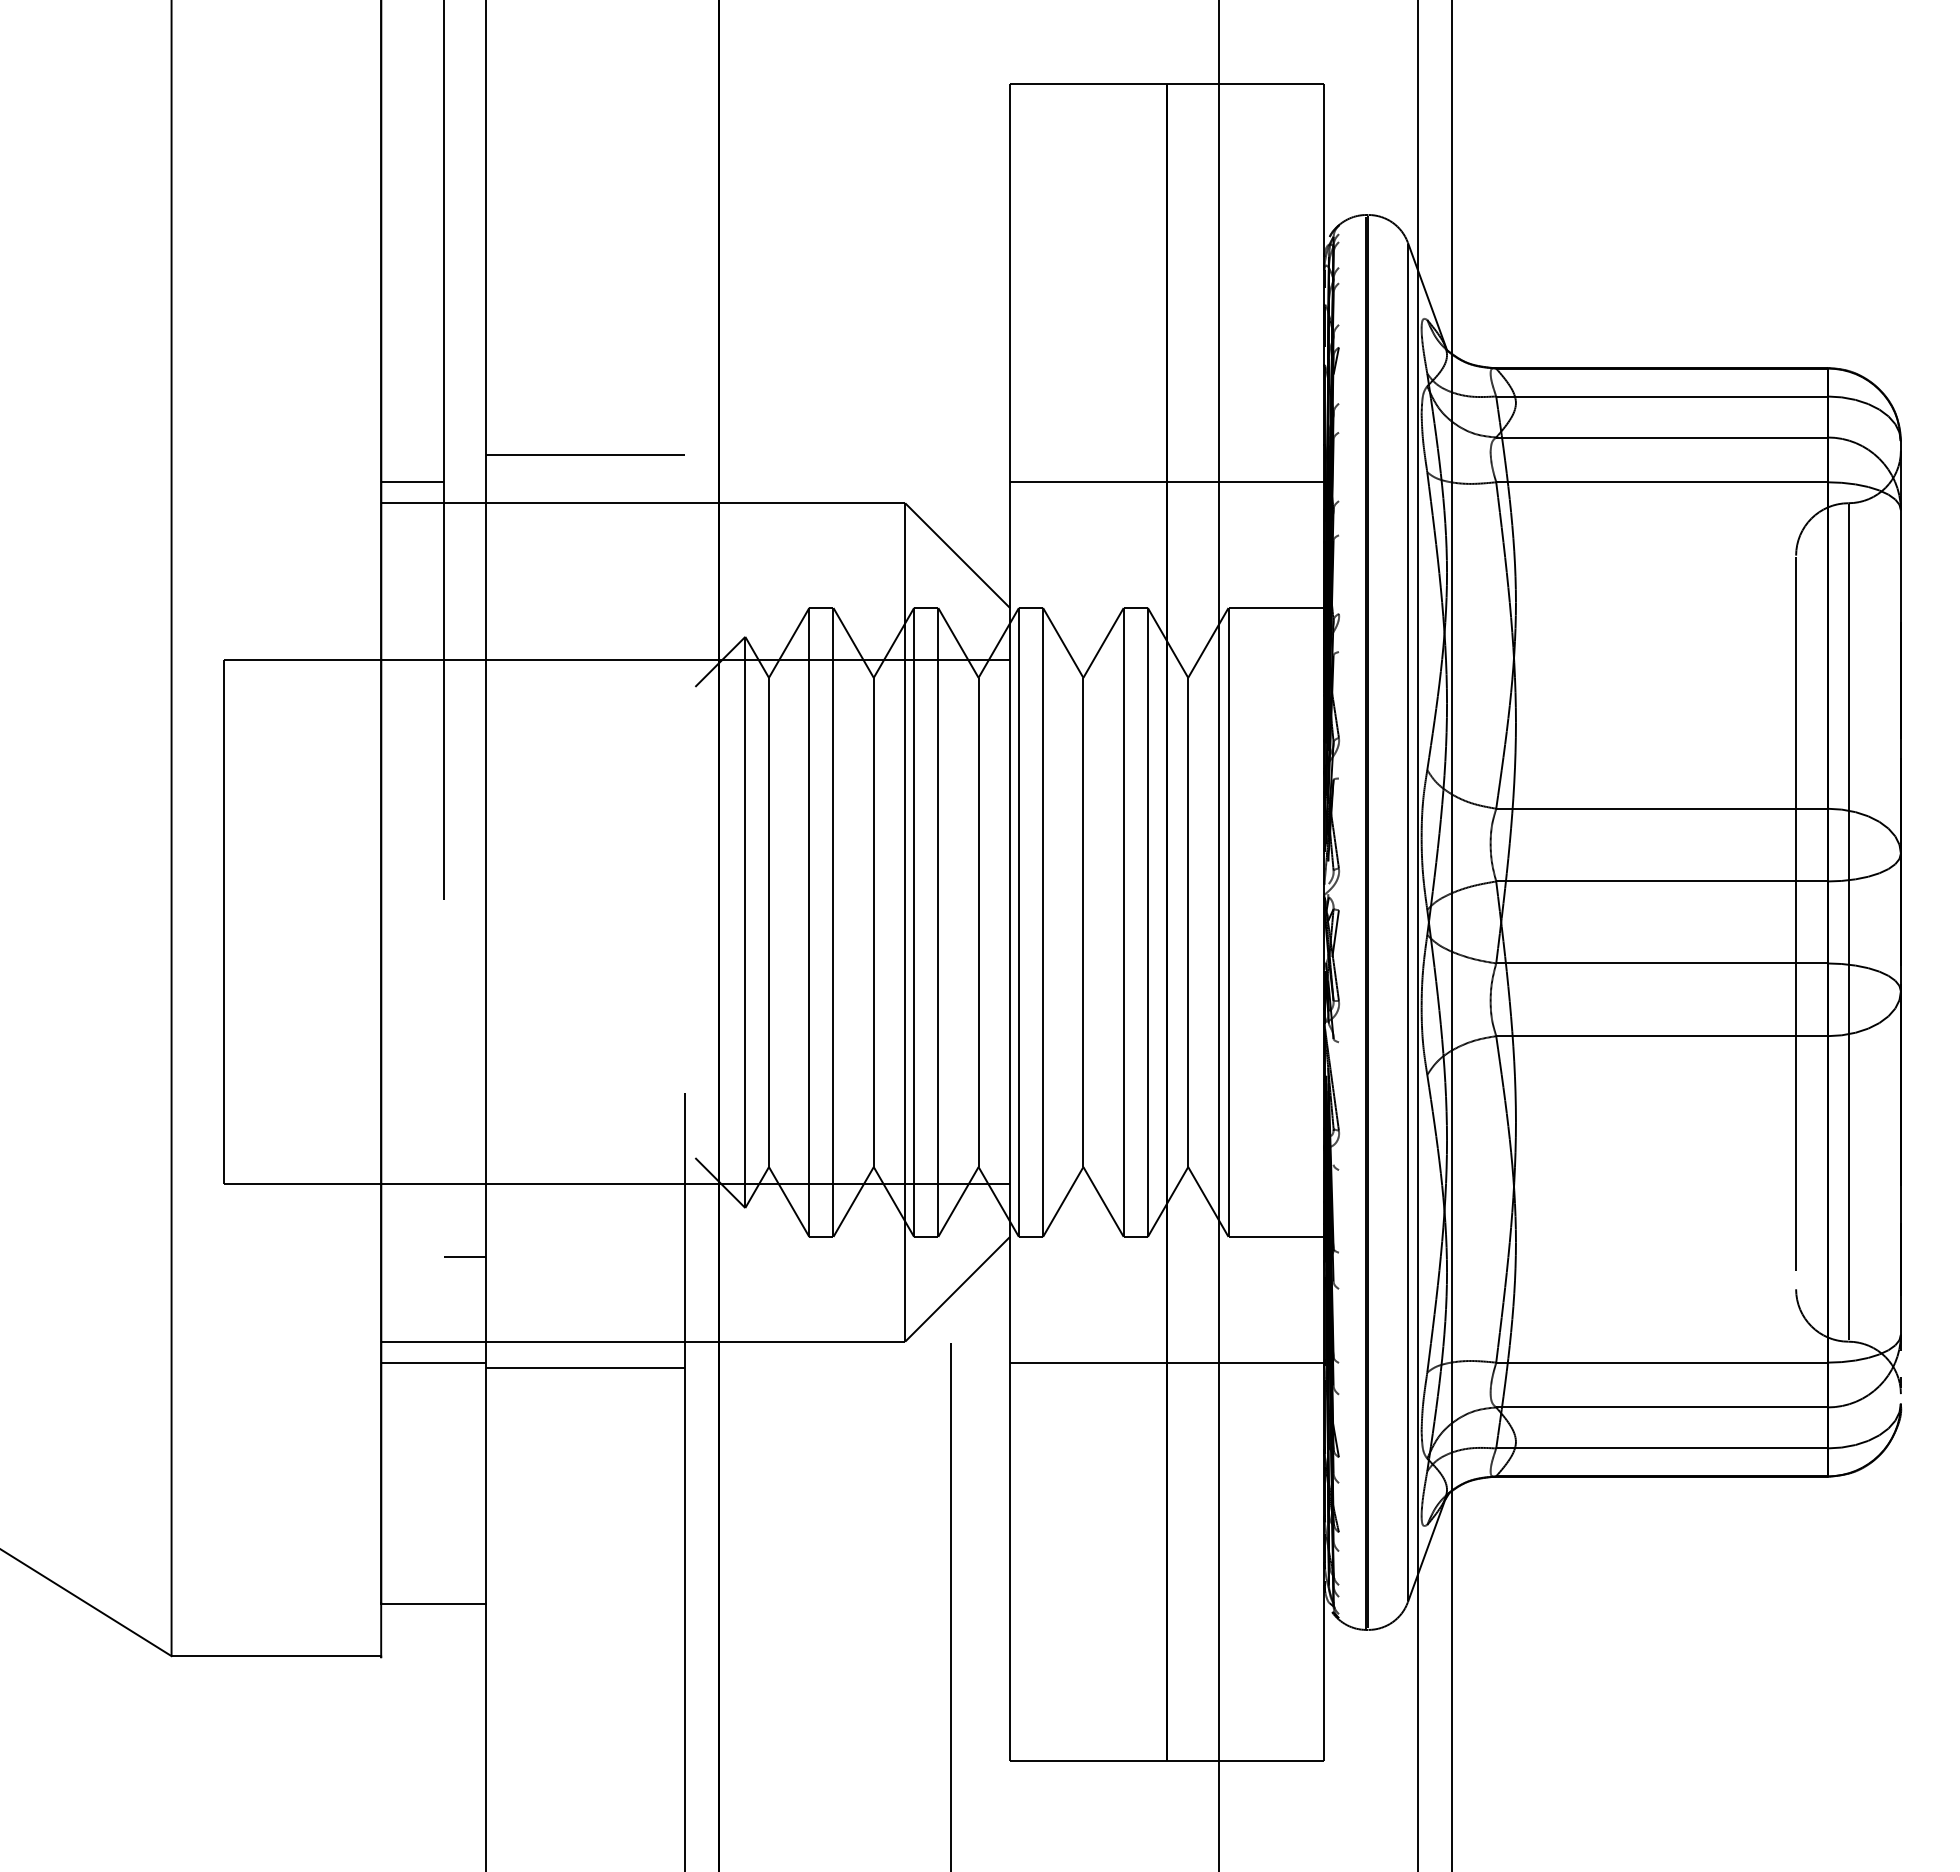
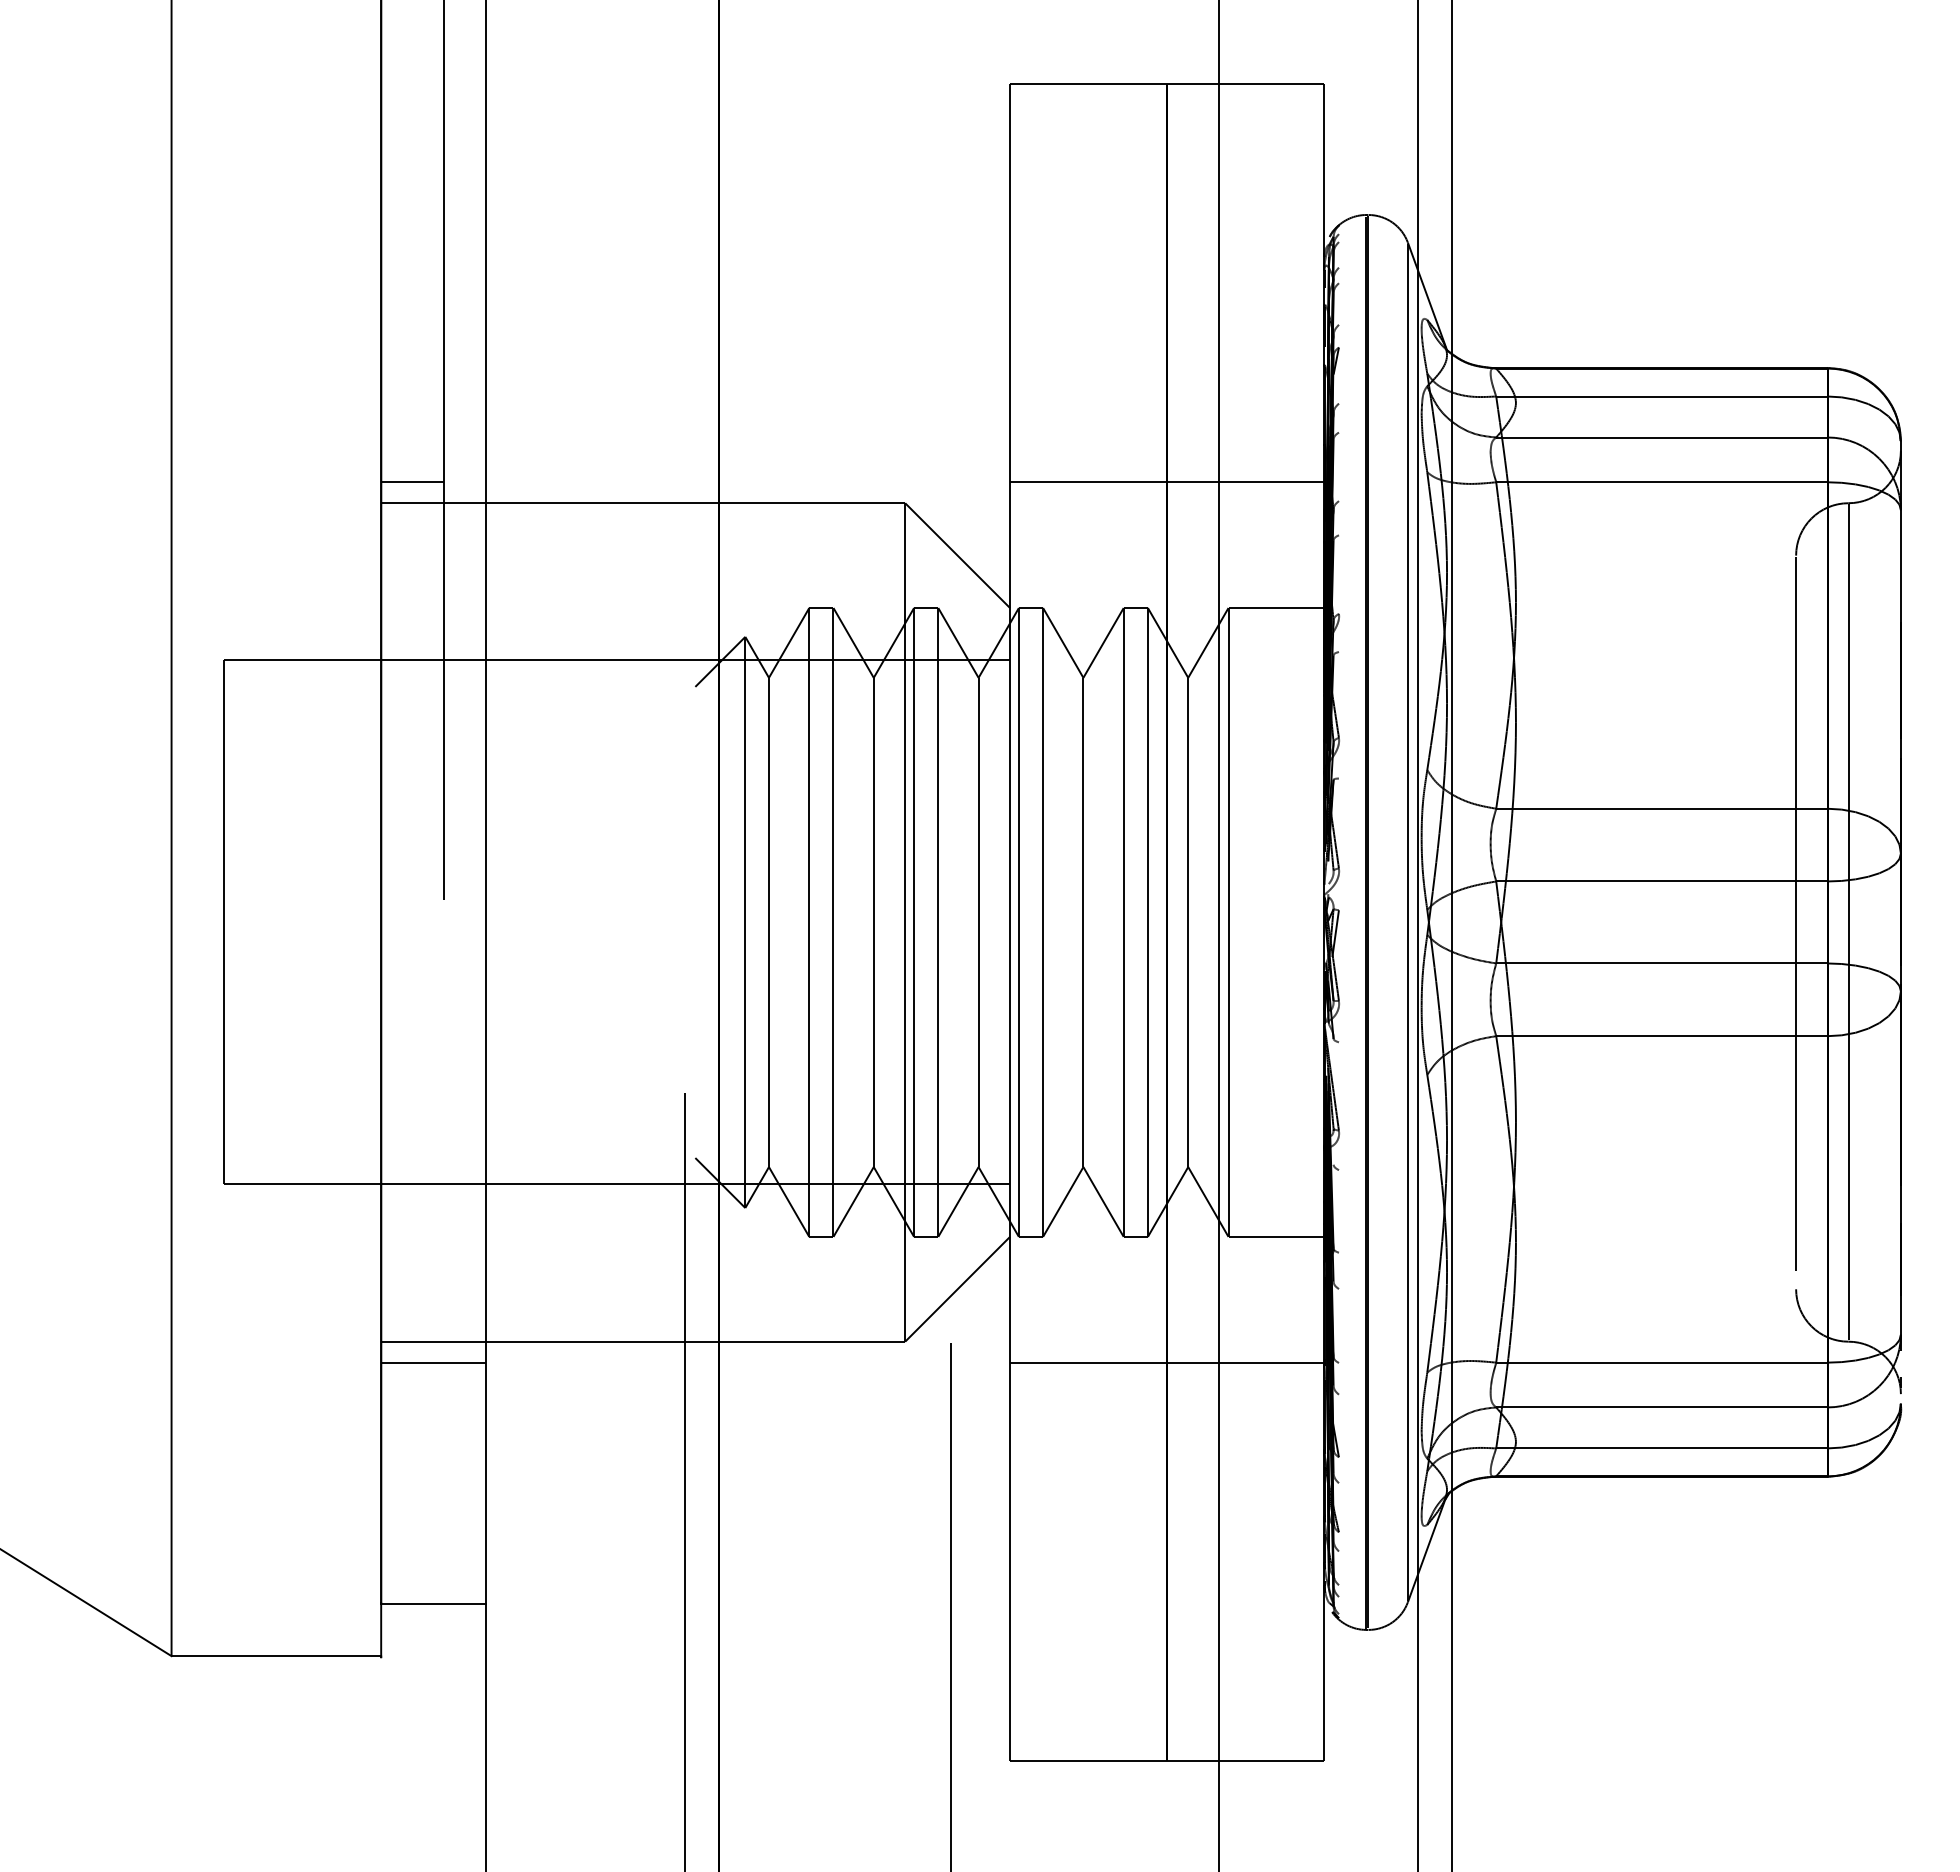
line at (584, 455): present -> none
line at (464, 1257): present -> none
line at (584, 1368): present -> none
